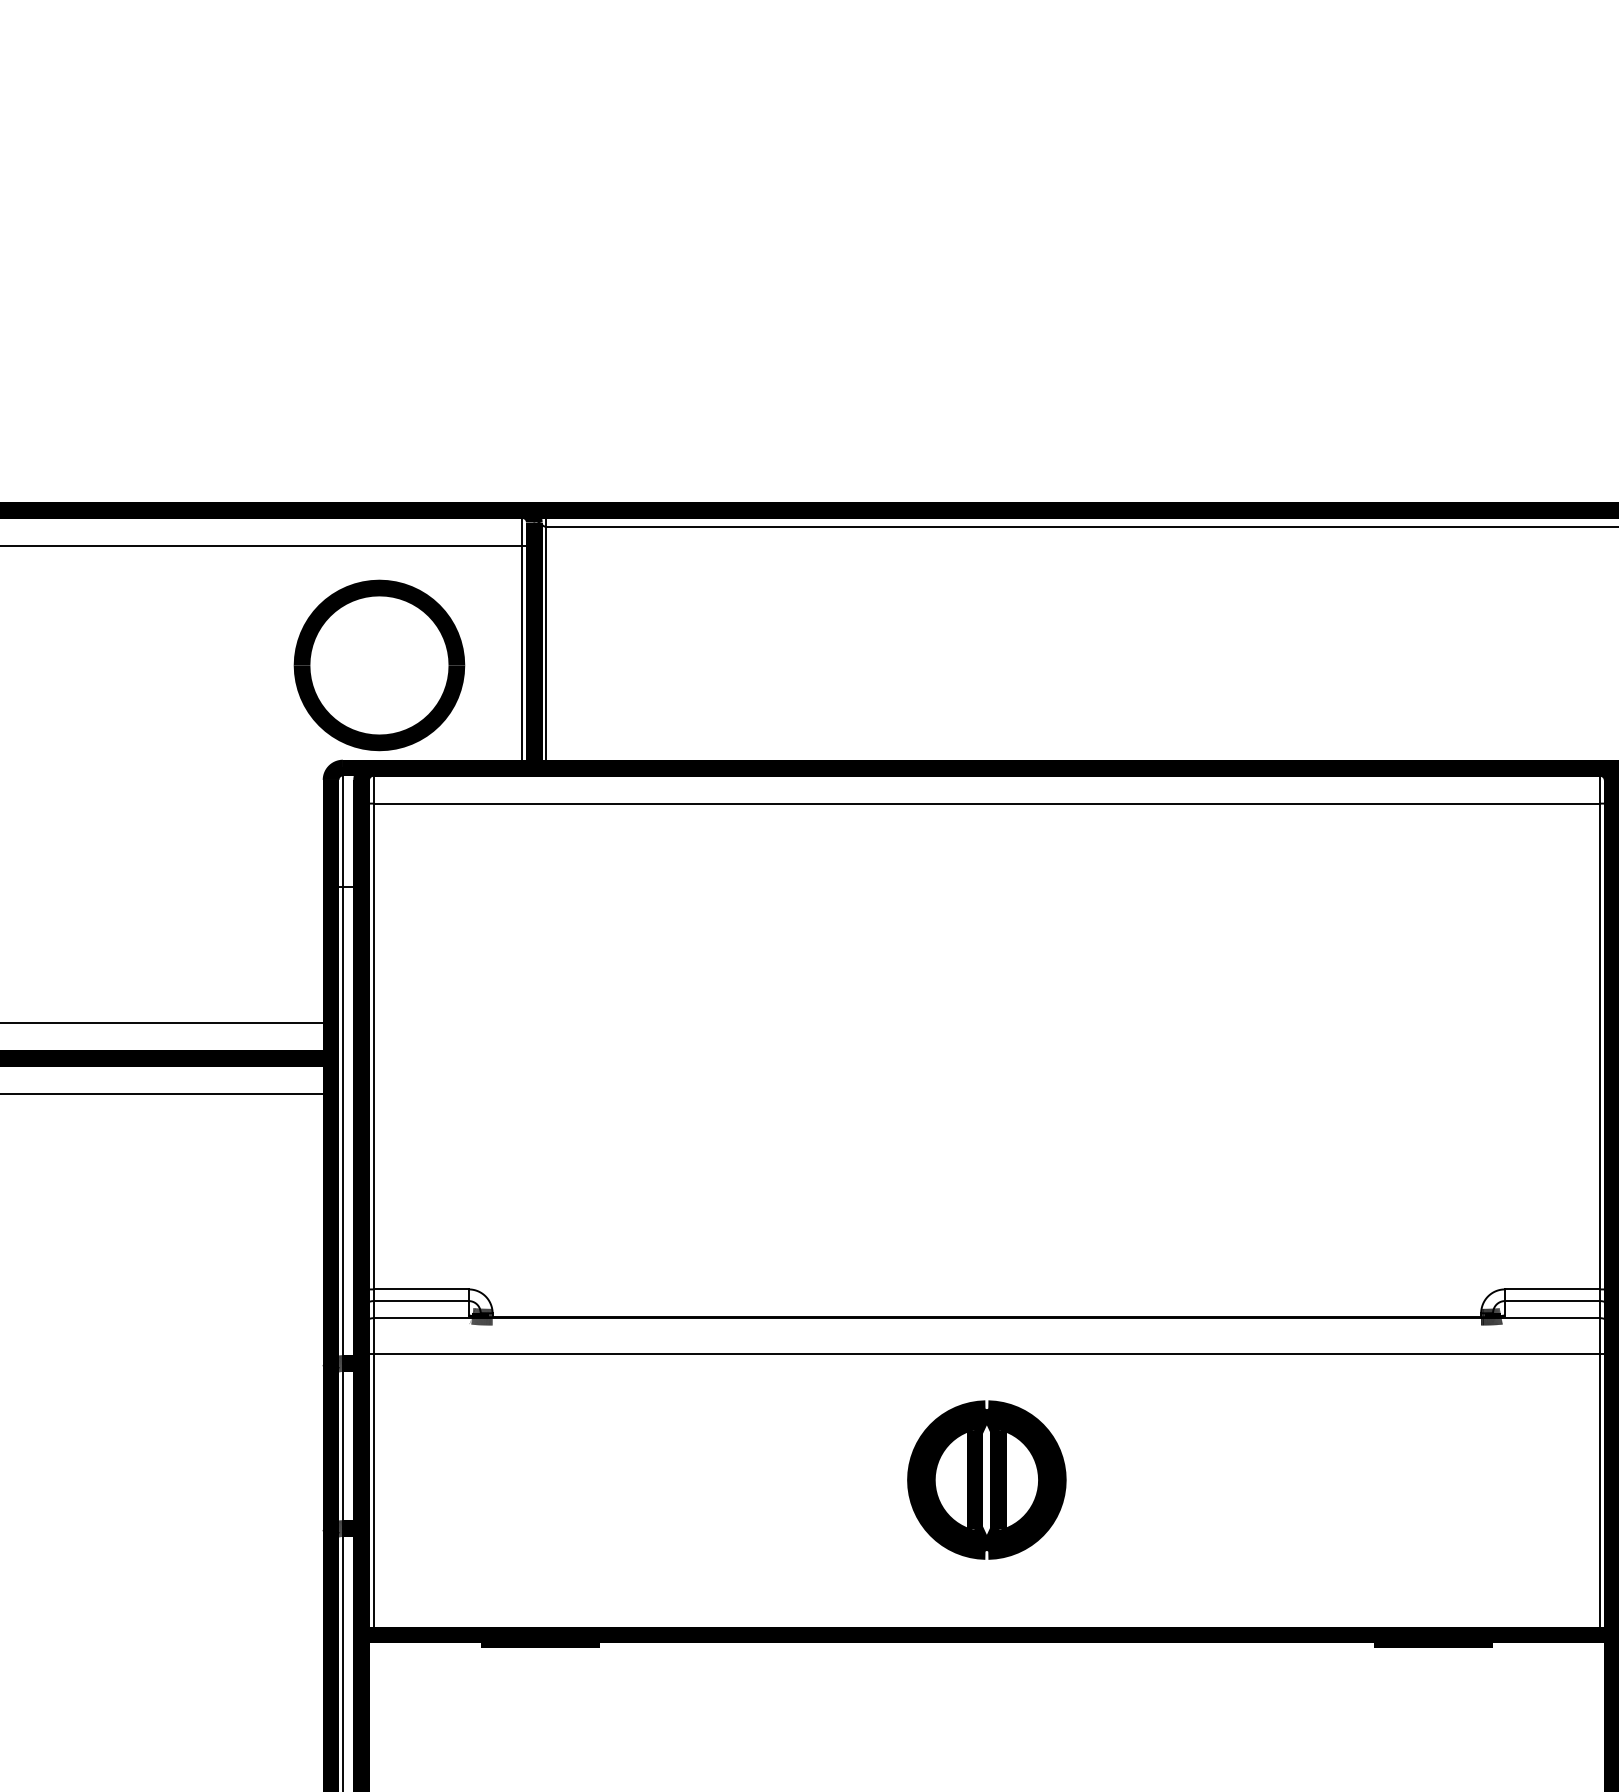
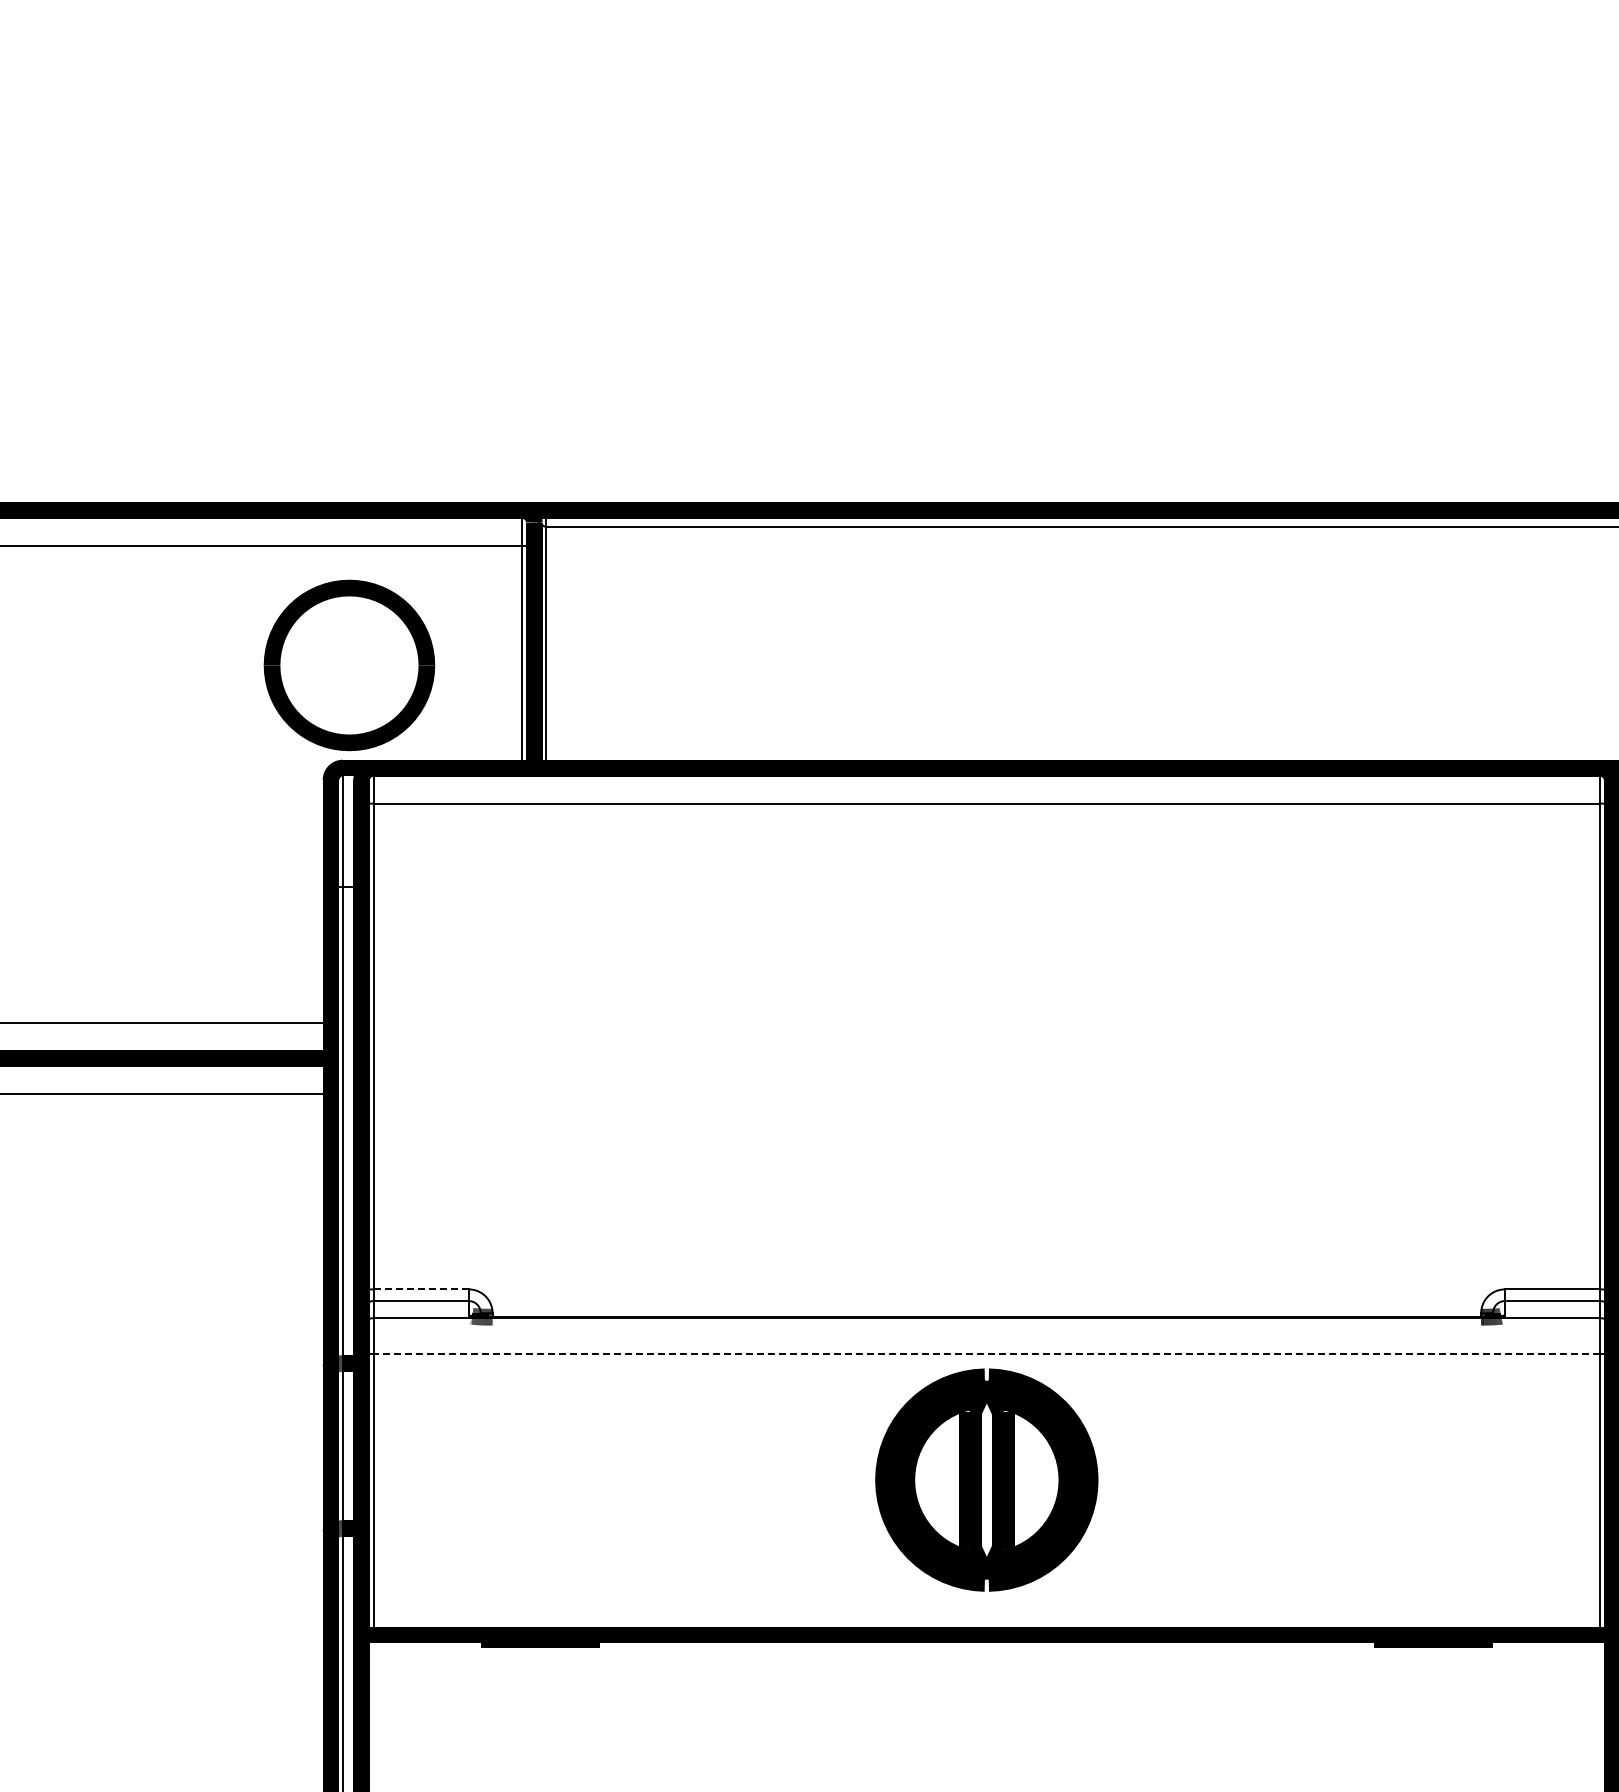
part at (379, 665) position: (379, 665) -> (349, 665)
line at (421, 1289): solid -> dashed
line at (986, 1353): solid -> dashed
part at (986, 1479) size: 160x160 px -> 224x224 px
